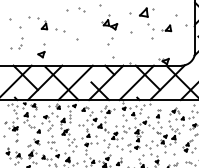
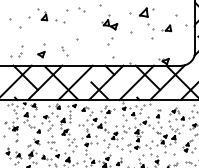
part at (51, 24) position: (51, 24) -> (51, 15)
part at (16, 43) position: (16, 43) -> (16, 51)
part at (64, 51): none -> present
